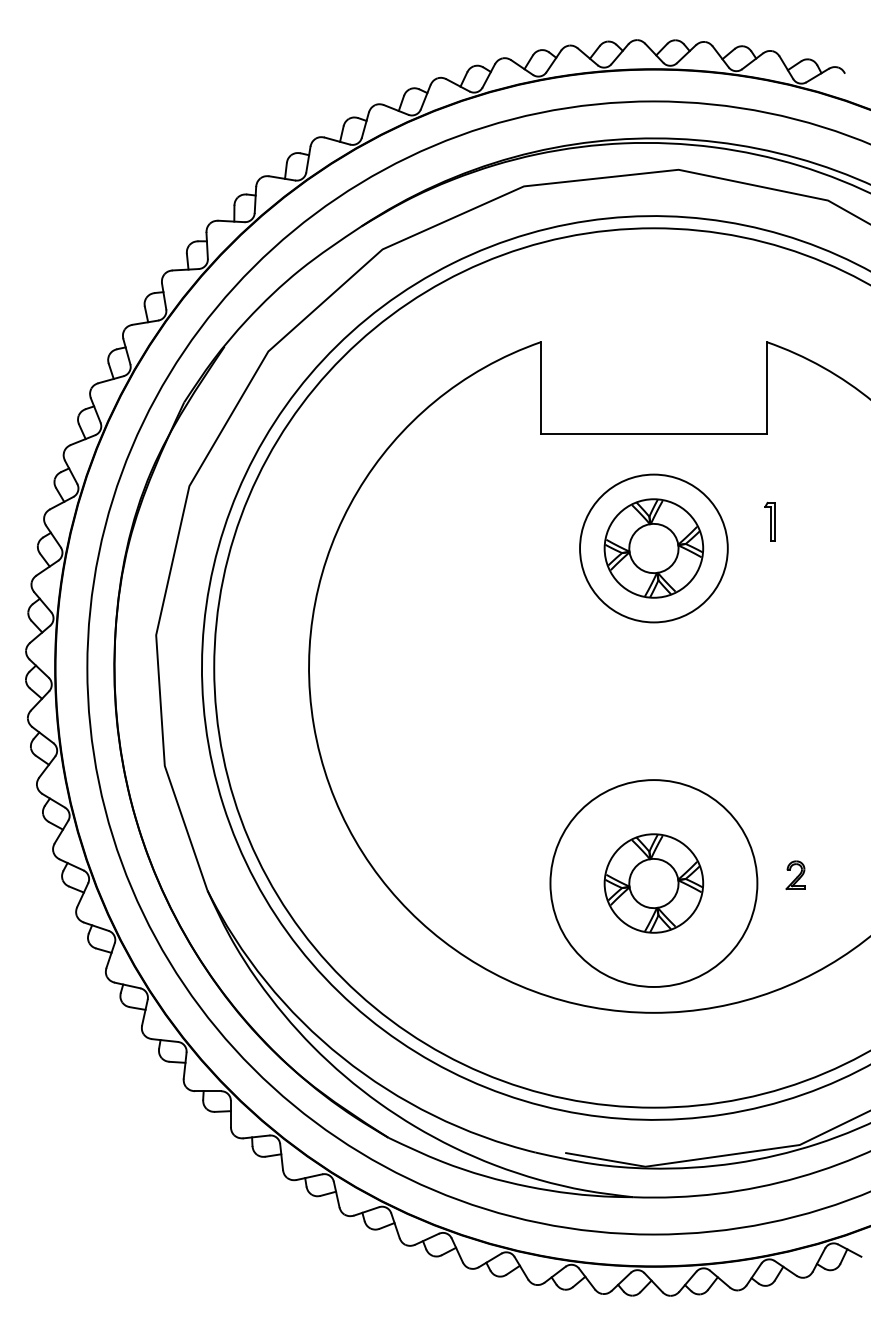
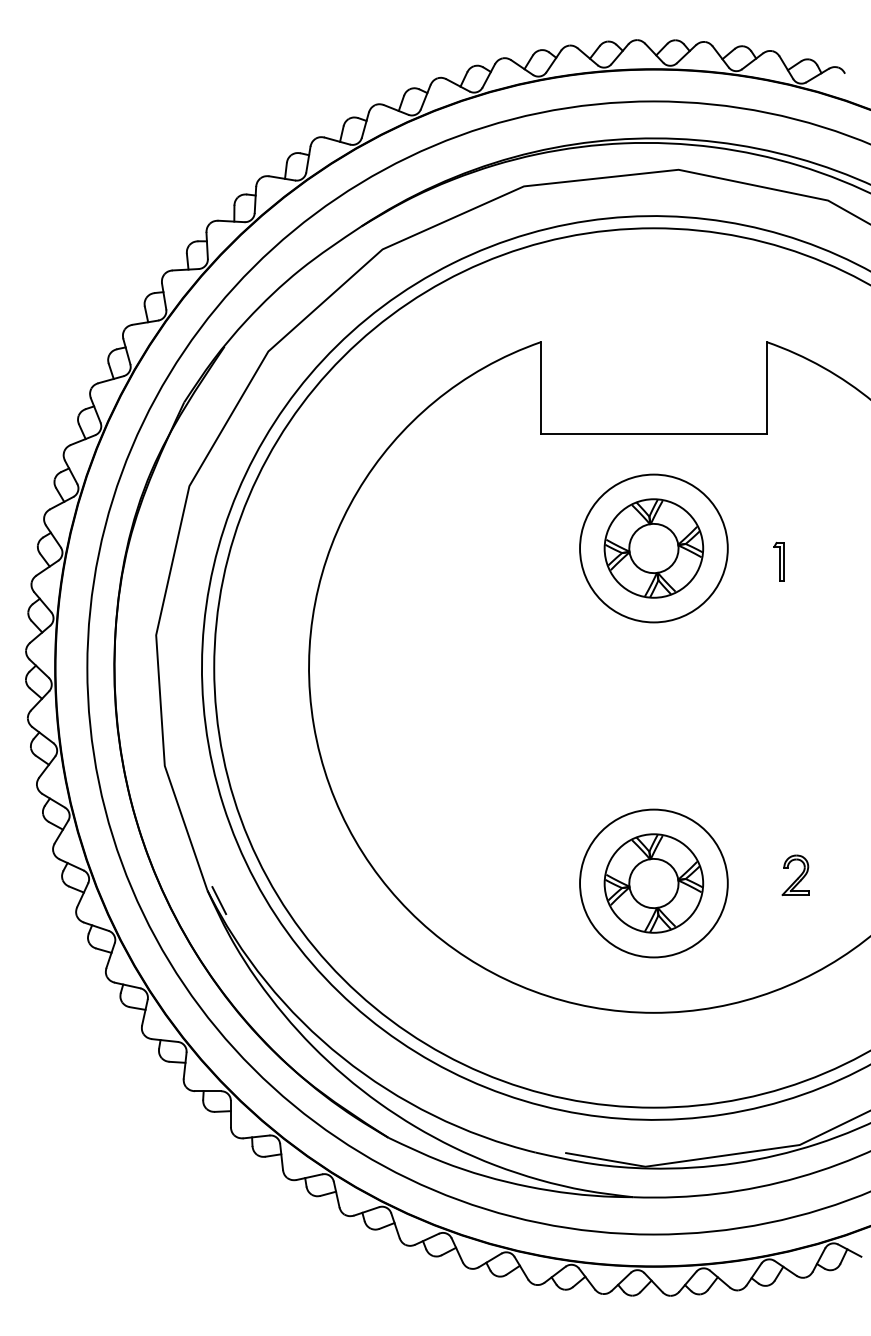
part at (769, 521) position: (769, 521) -> (778, 561)
part at (795, 874) size: 21x30 px -> 29x42 px
circle at (653, 883) diameter: 207 px -> 148 px
line at (219, 900): none -> present
